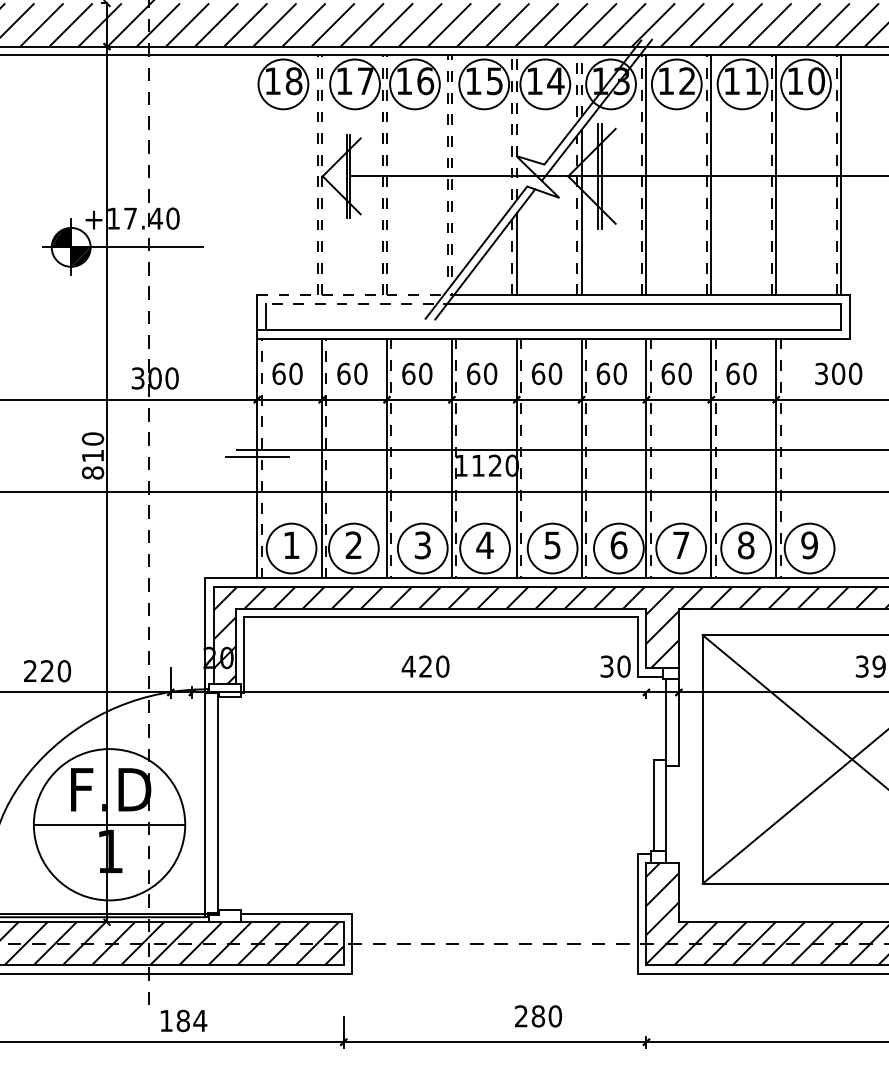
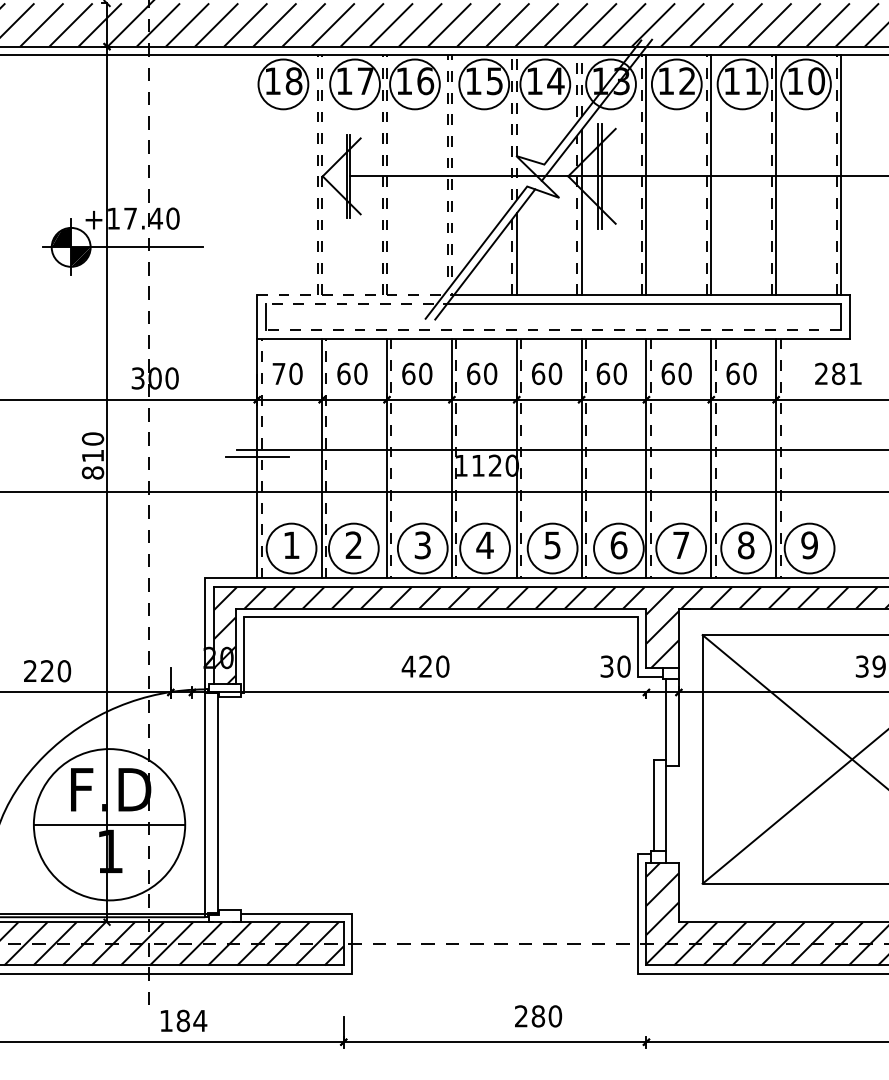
line at (549, 329): solid -> dashed
text at (278, 373): 60 -> 70
text at (838, 373): 300 -> 281
